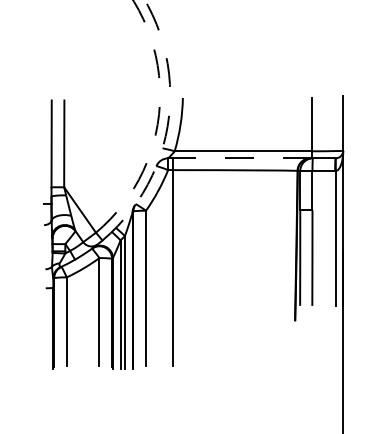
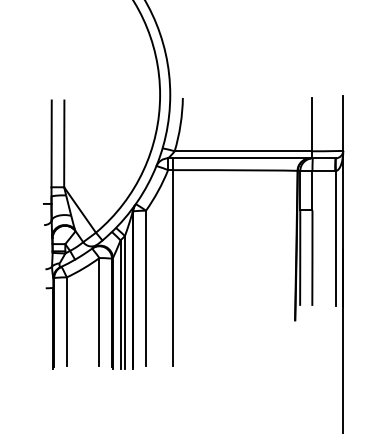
arc at (157, 123): dashed -> solid
arc at (167, 128): dashed -> solid
line at (239, 158): dashed -> solid
